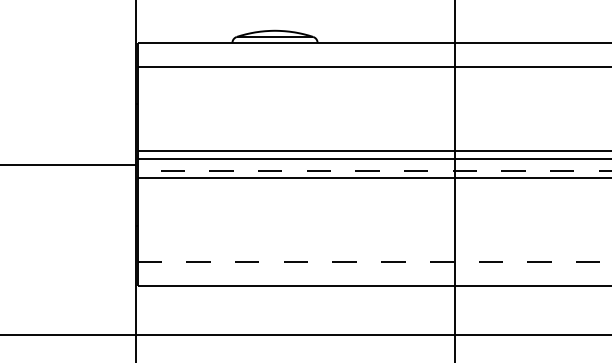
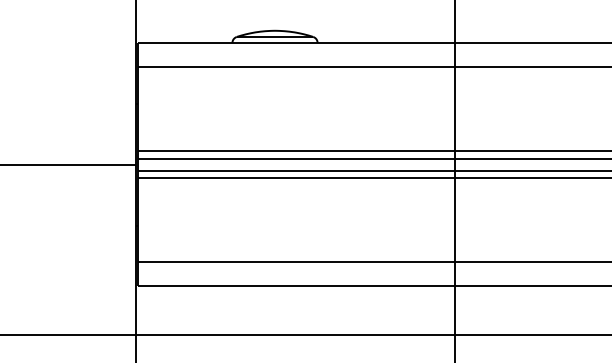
line at (374, 170): dashed -> solid
line at (374, 262): dashed -> solid
